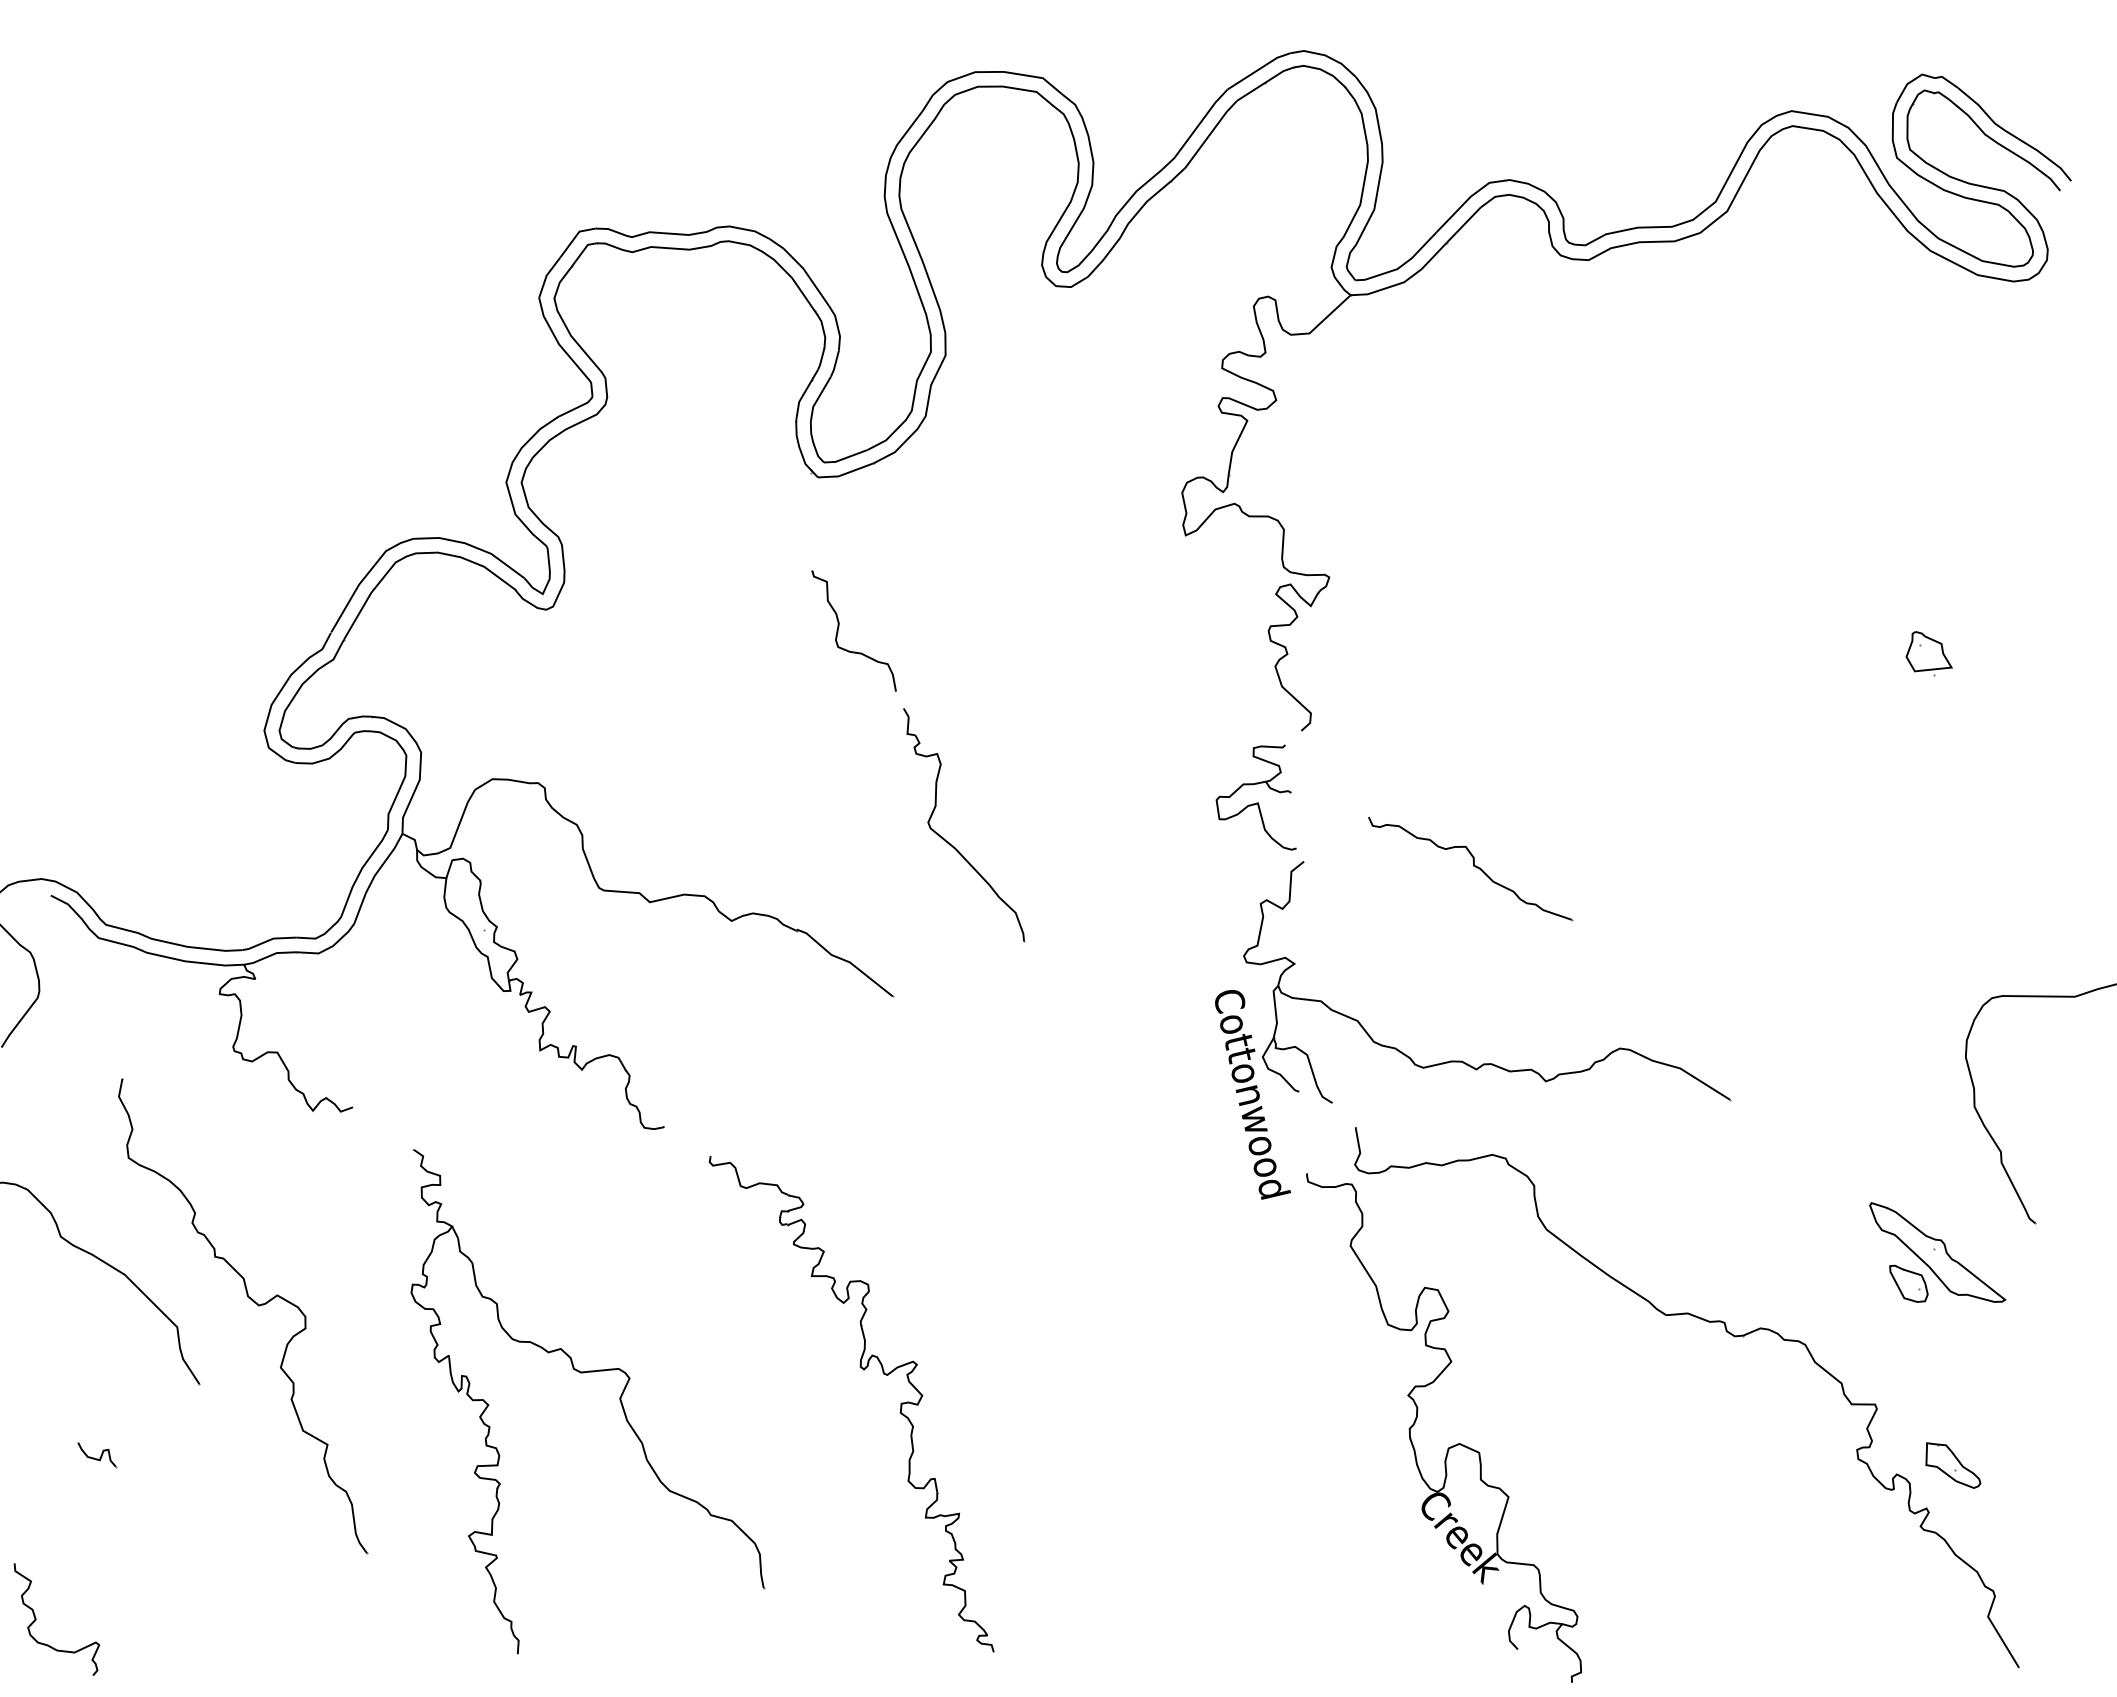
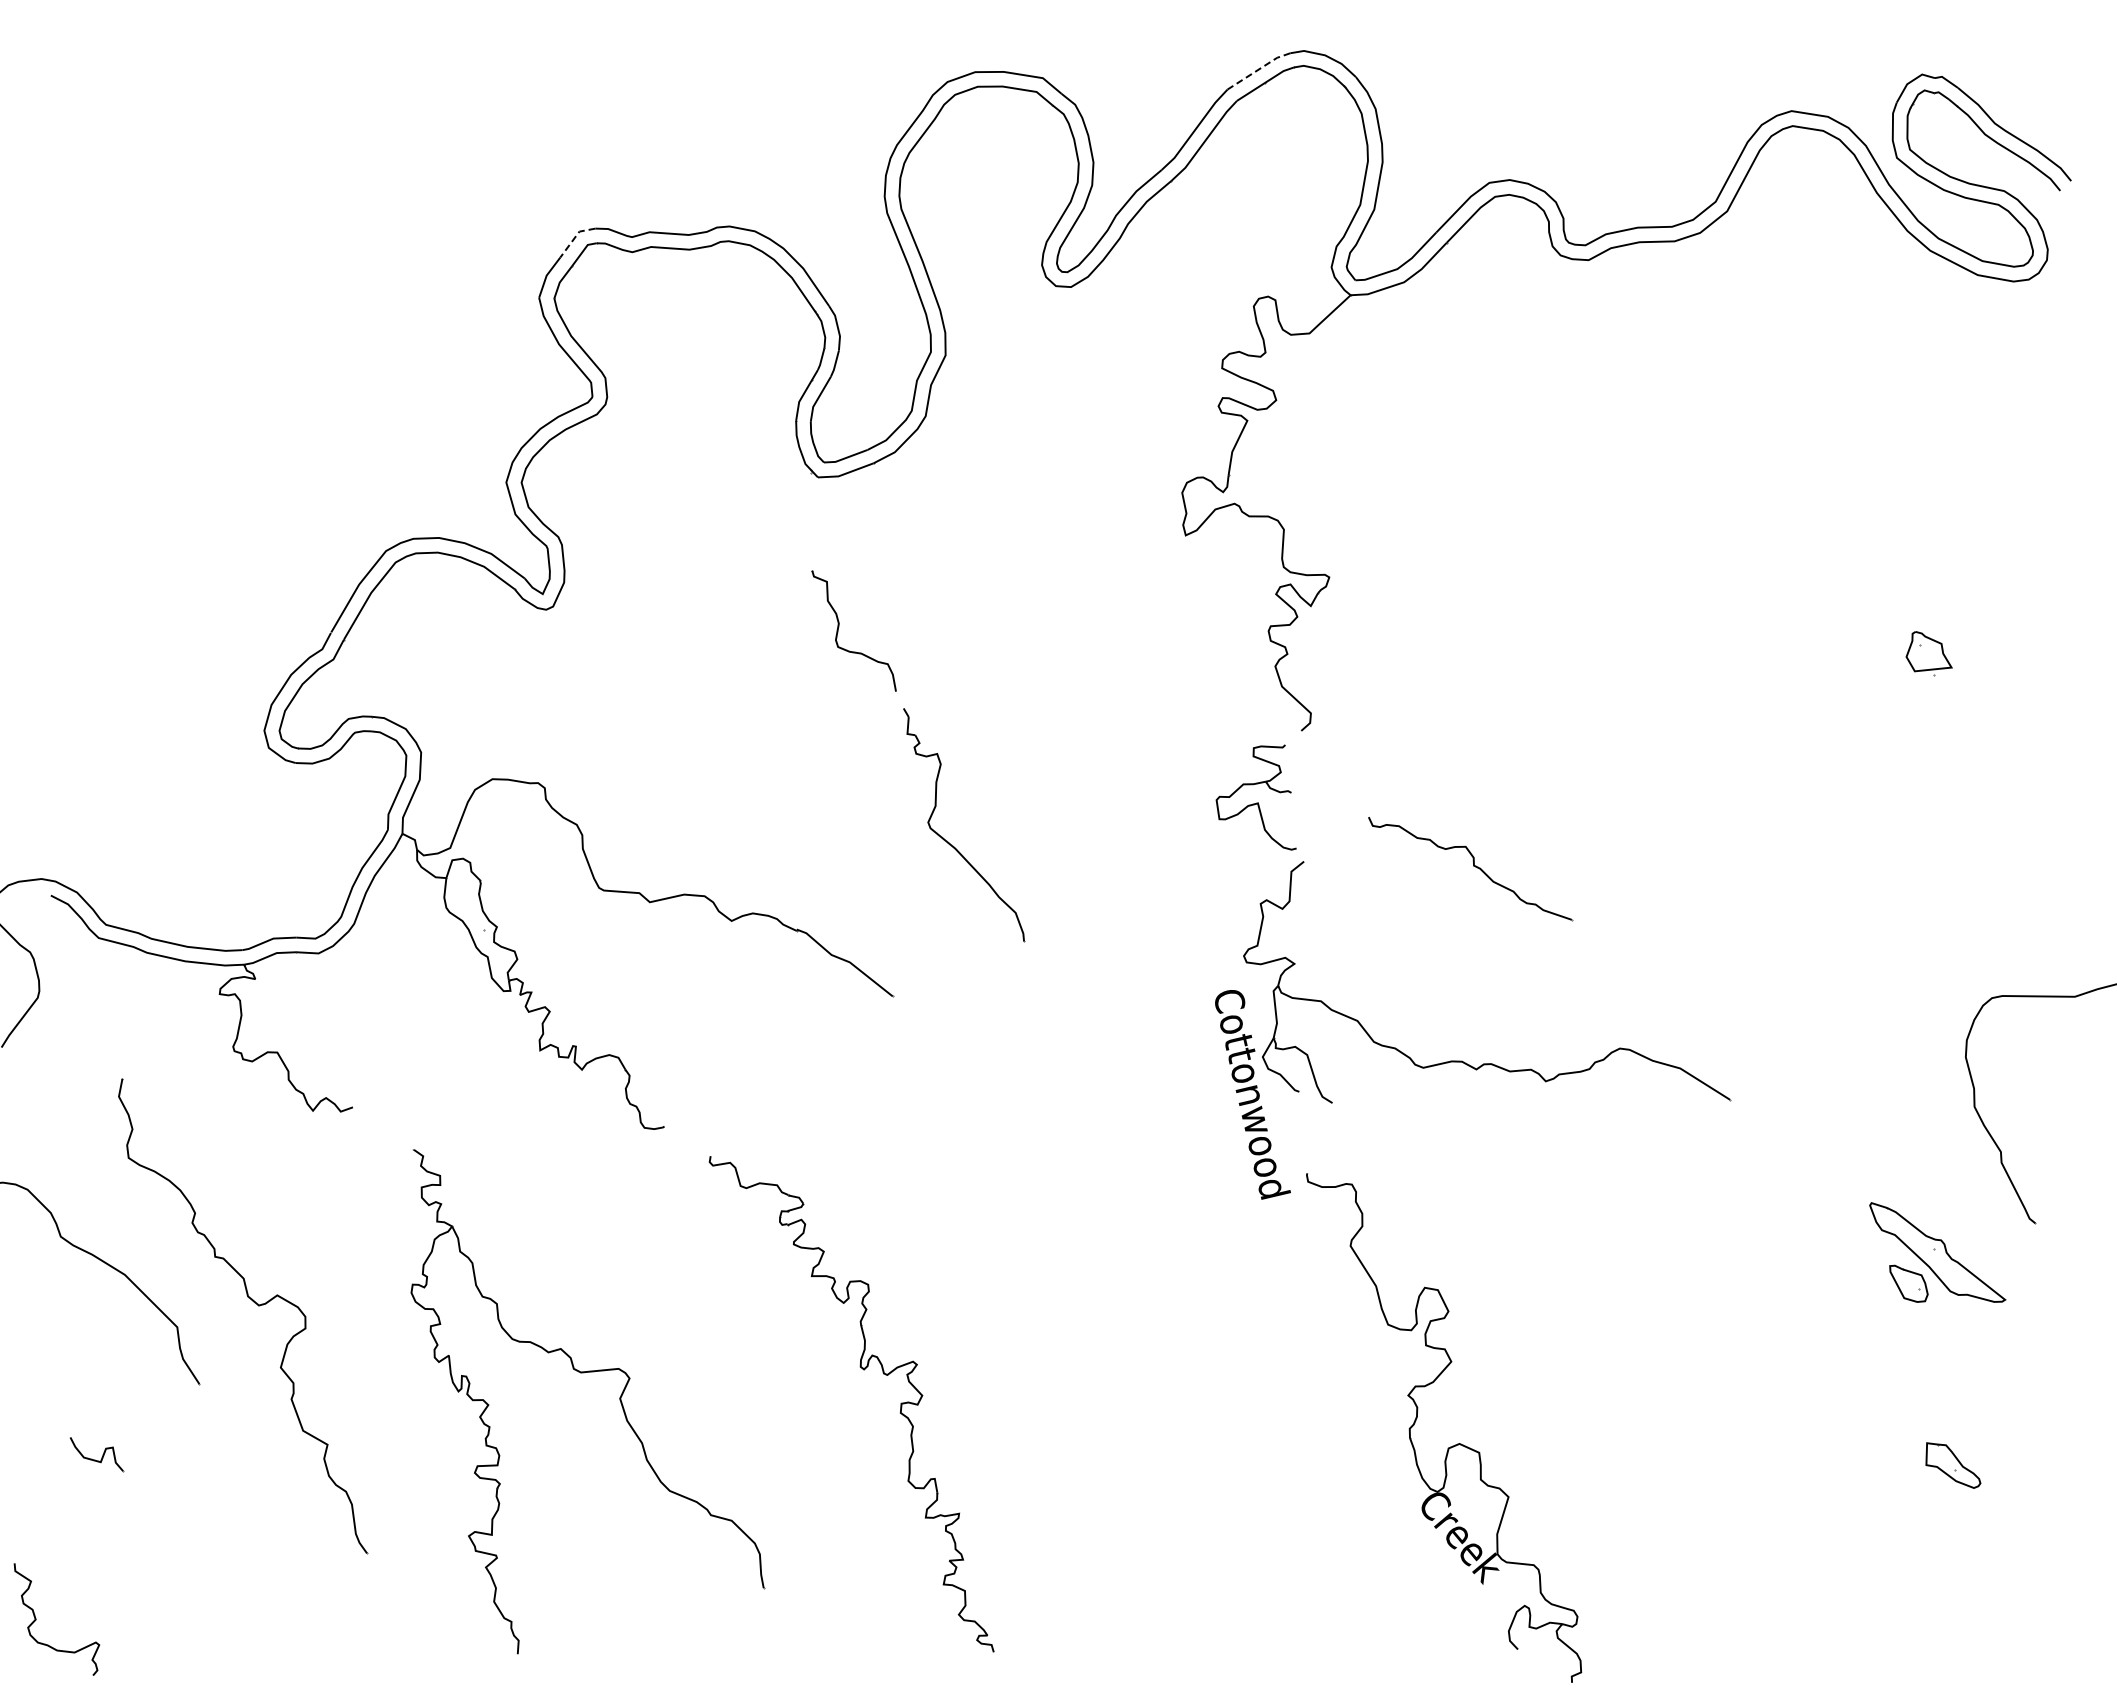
line at (1258, 69): solid -> dashed
line at (574, 237): solid -> dashed
part at (1729, 1334): present -> none
part at (97, 1455) size: 41x27 px -> 55x36 px
